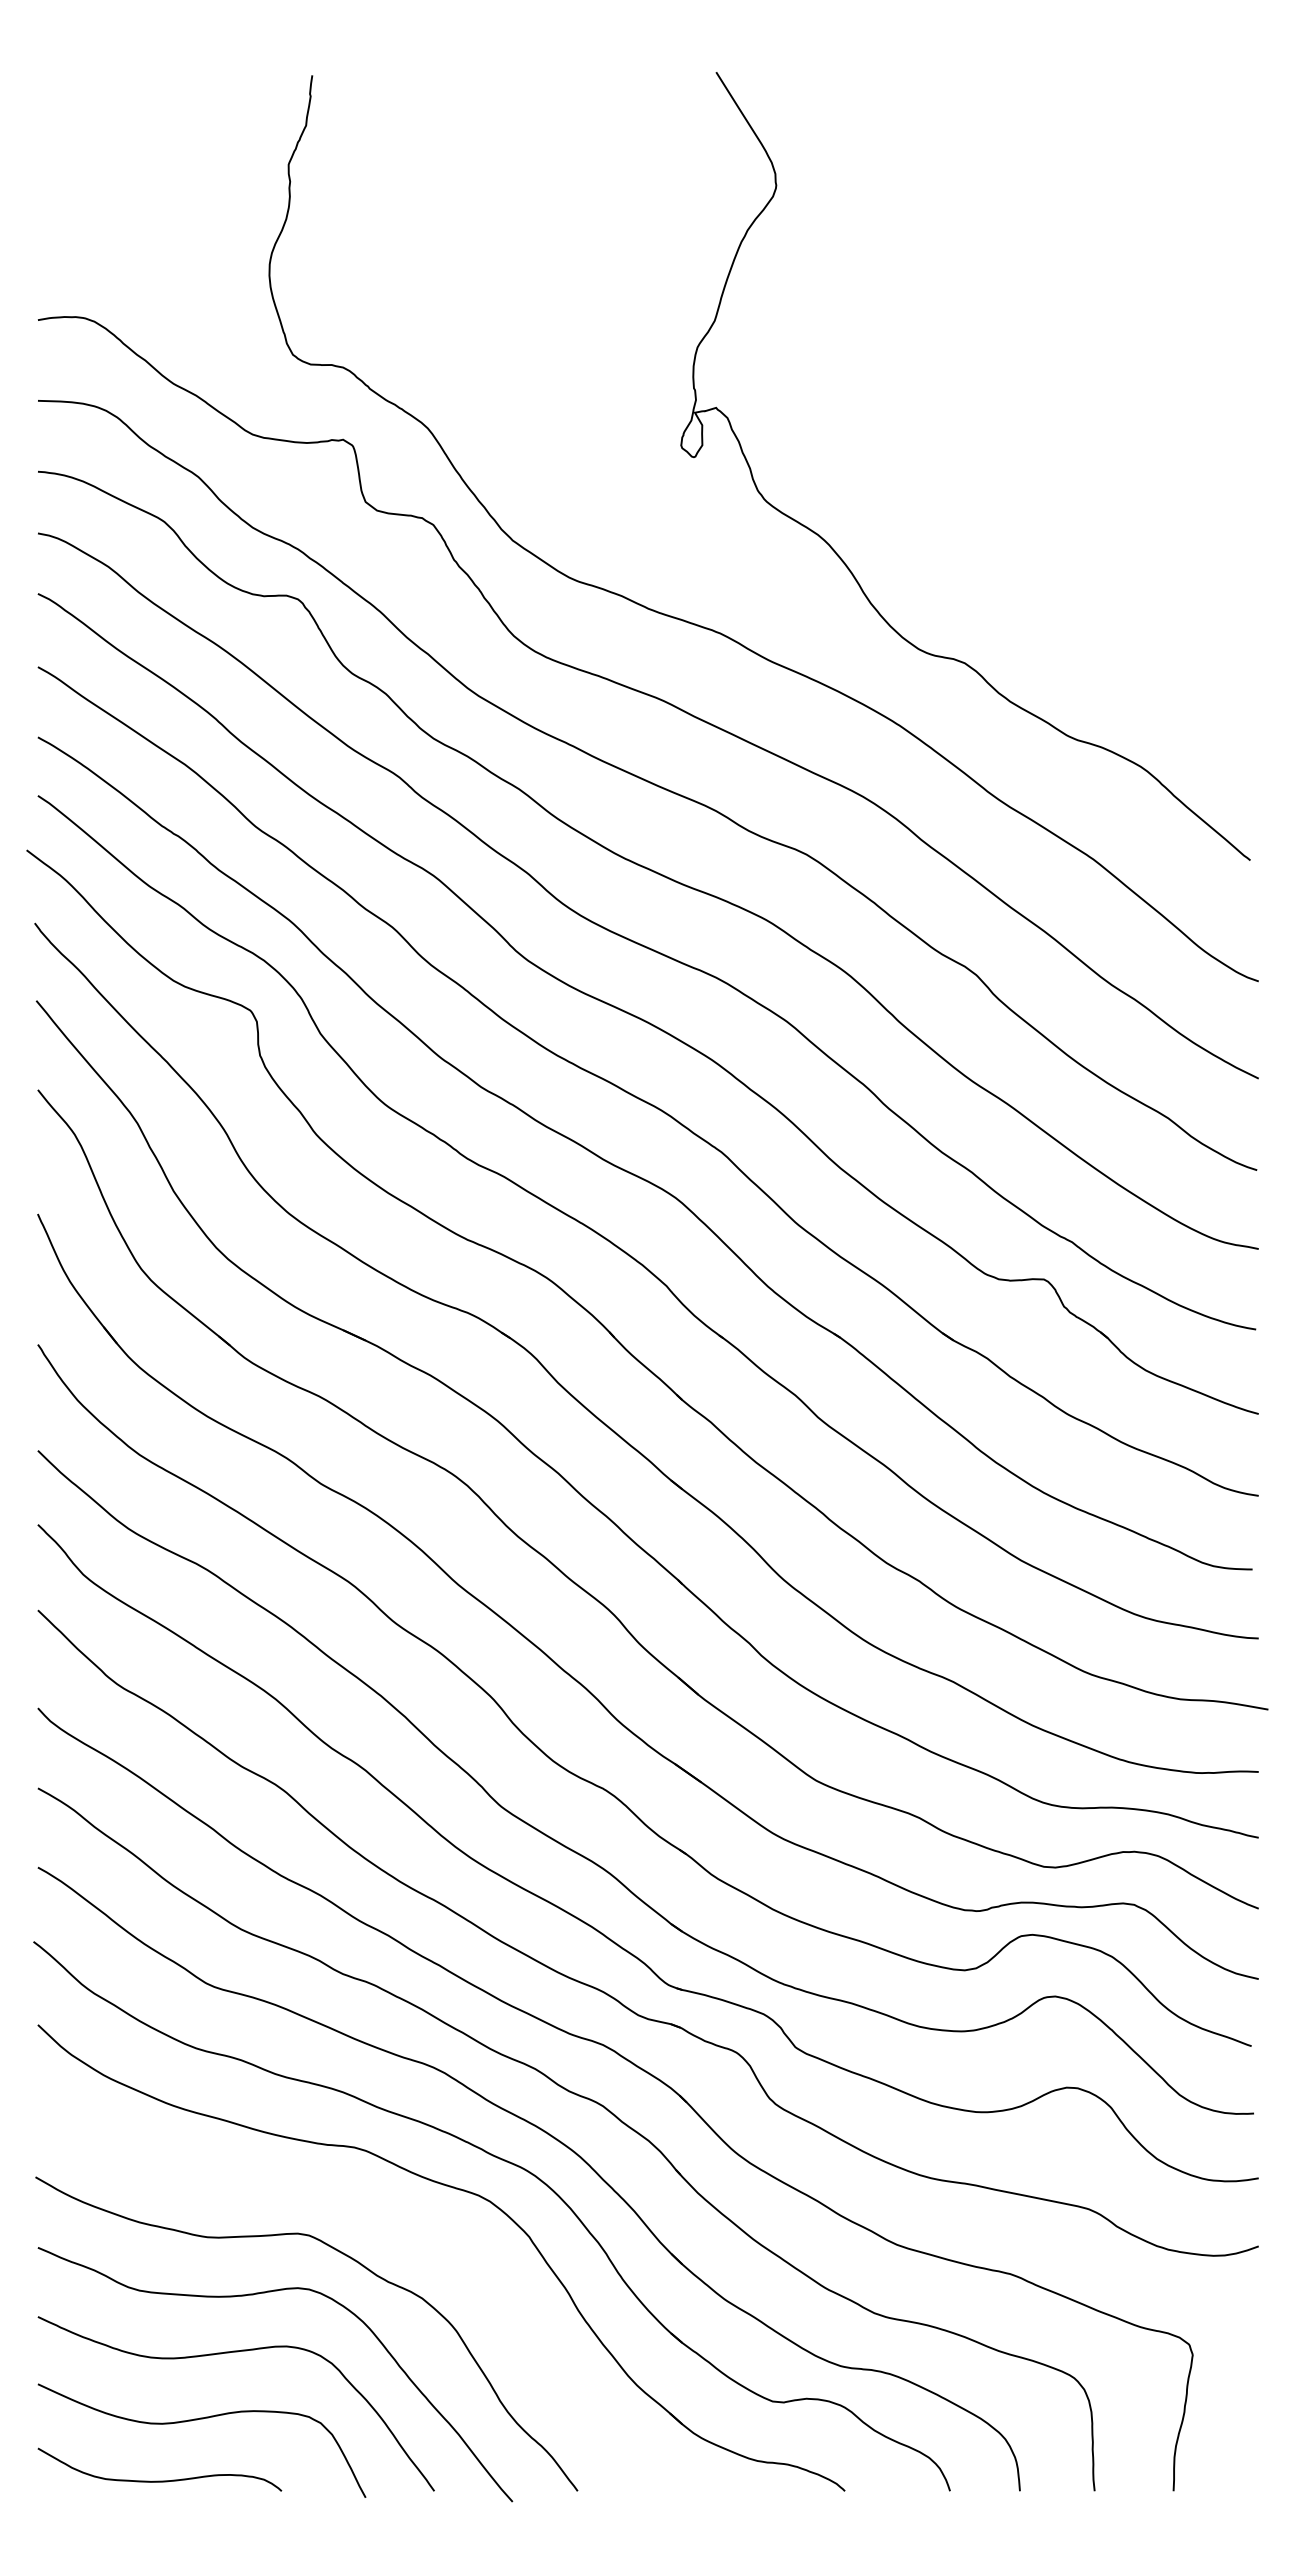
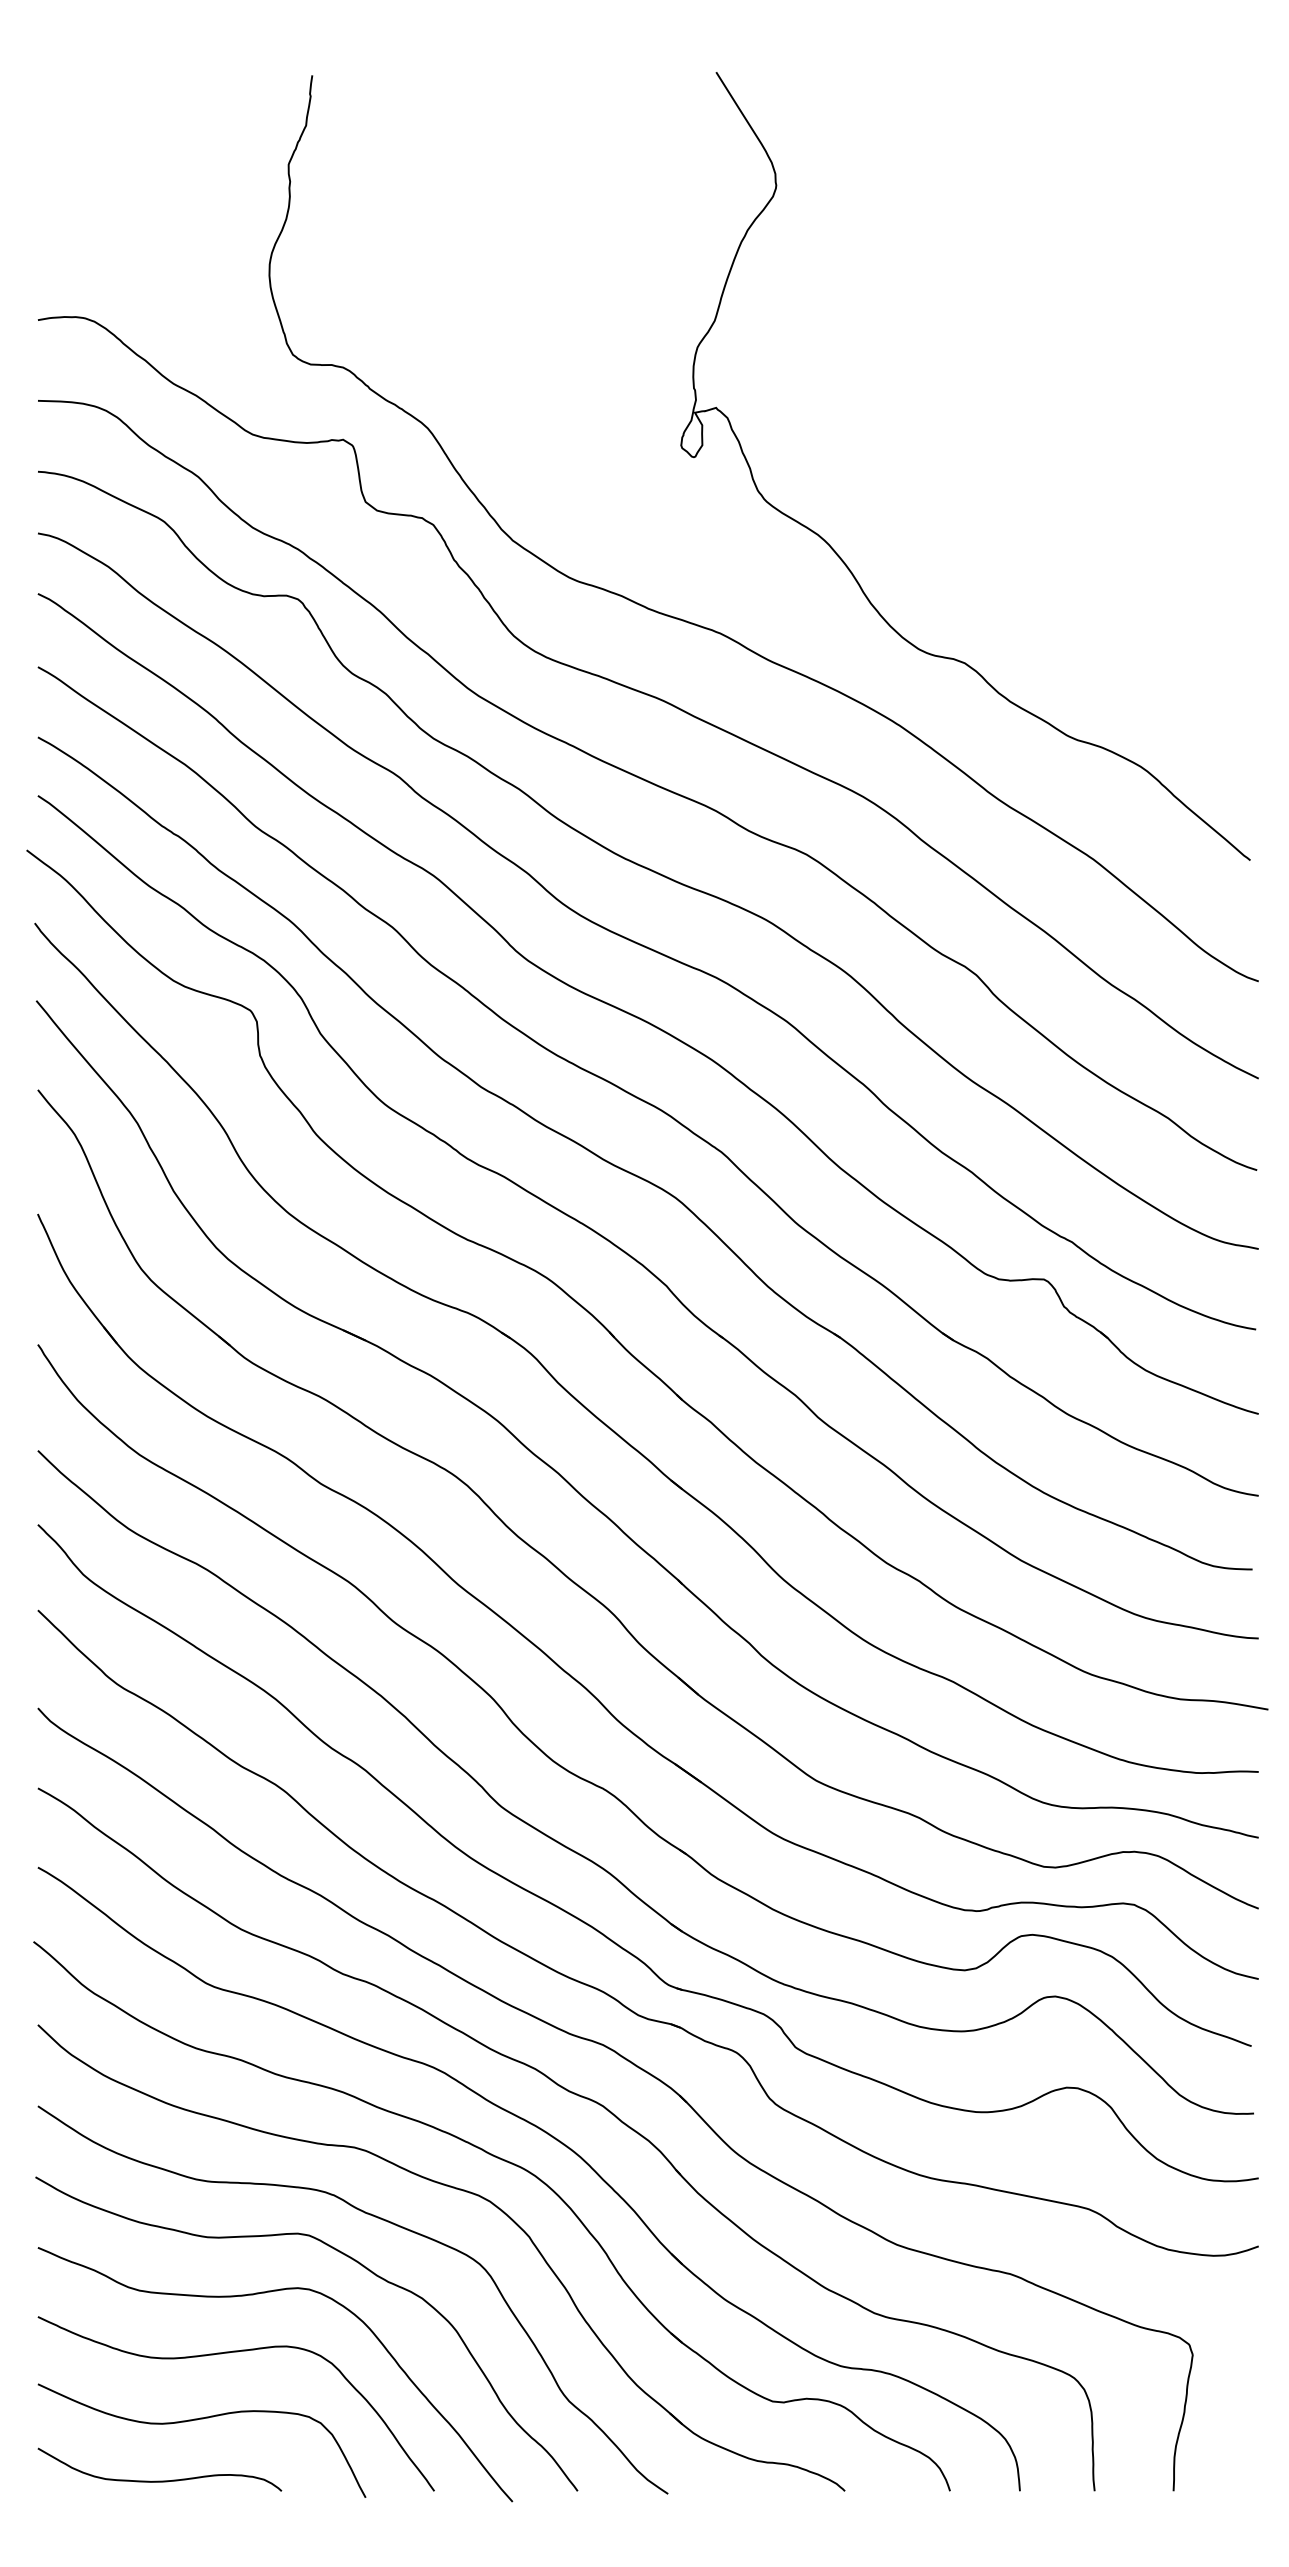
curve at (382, 2220): none -> present
